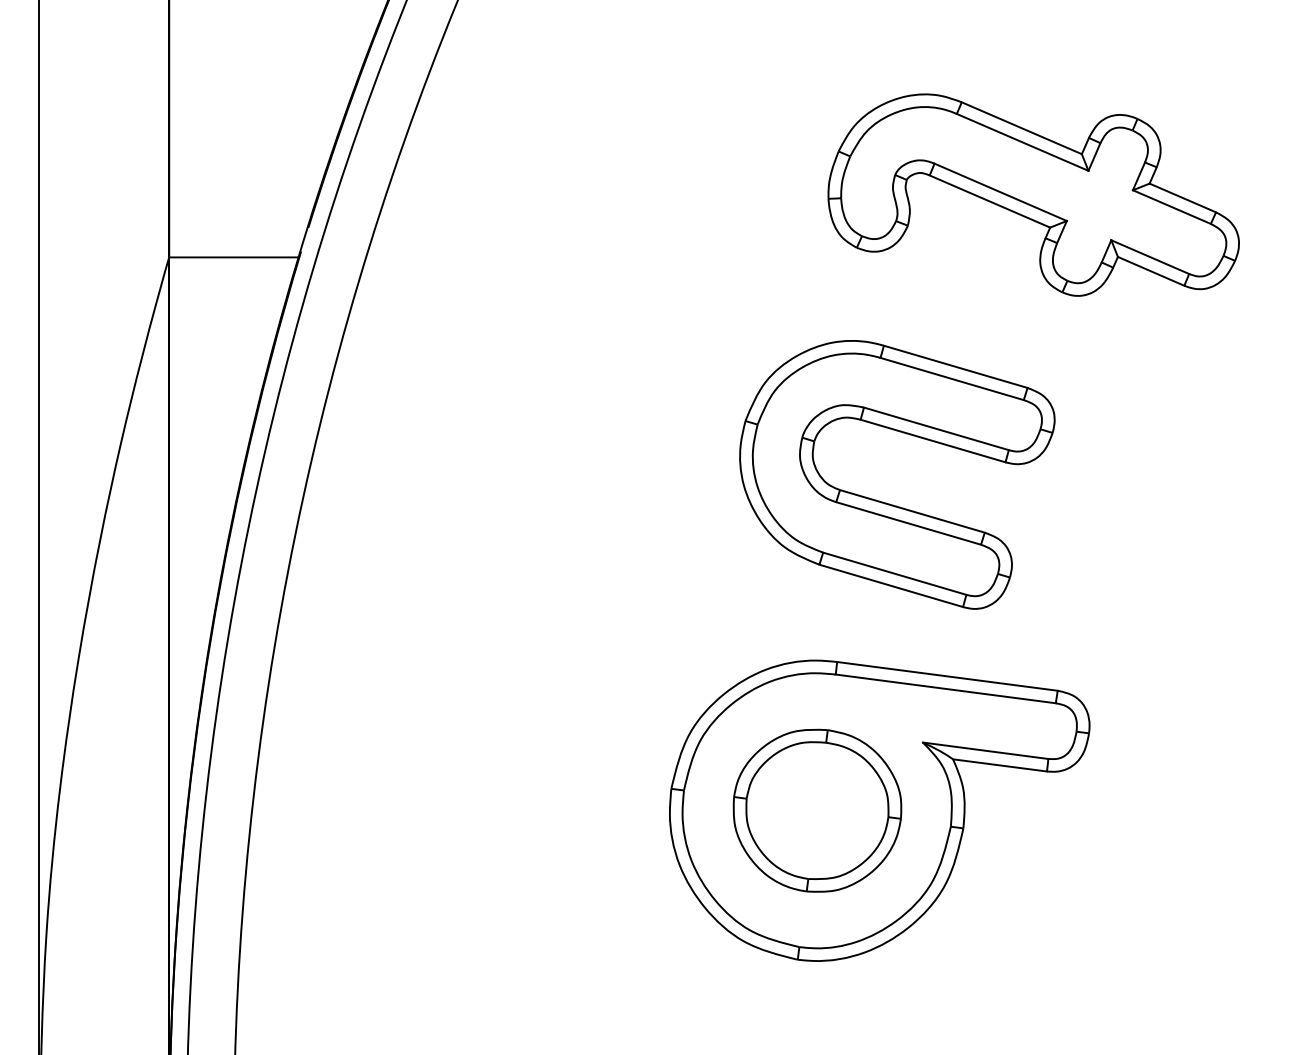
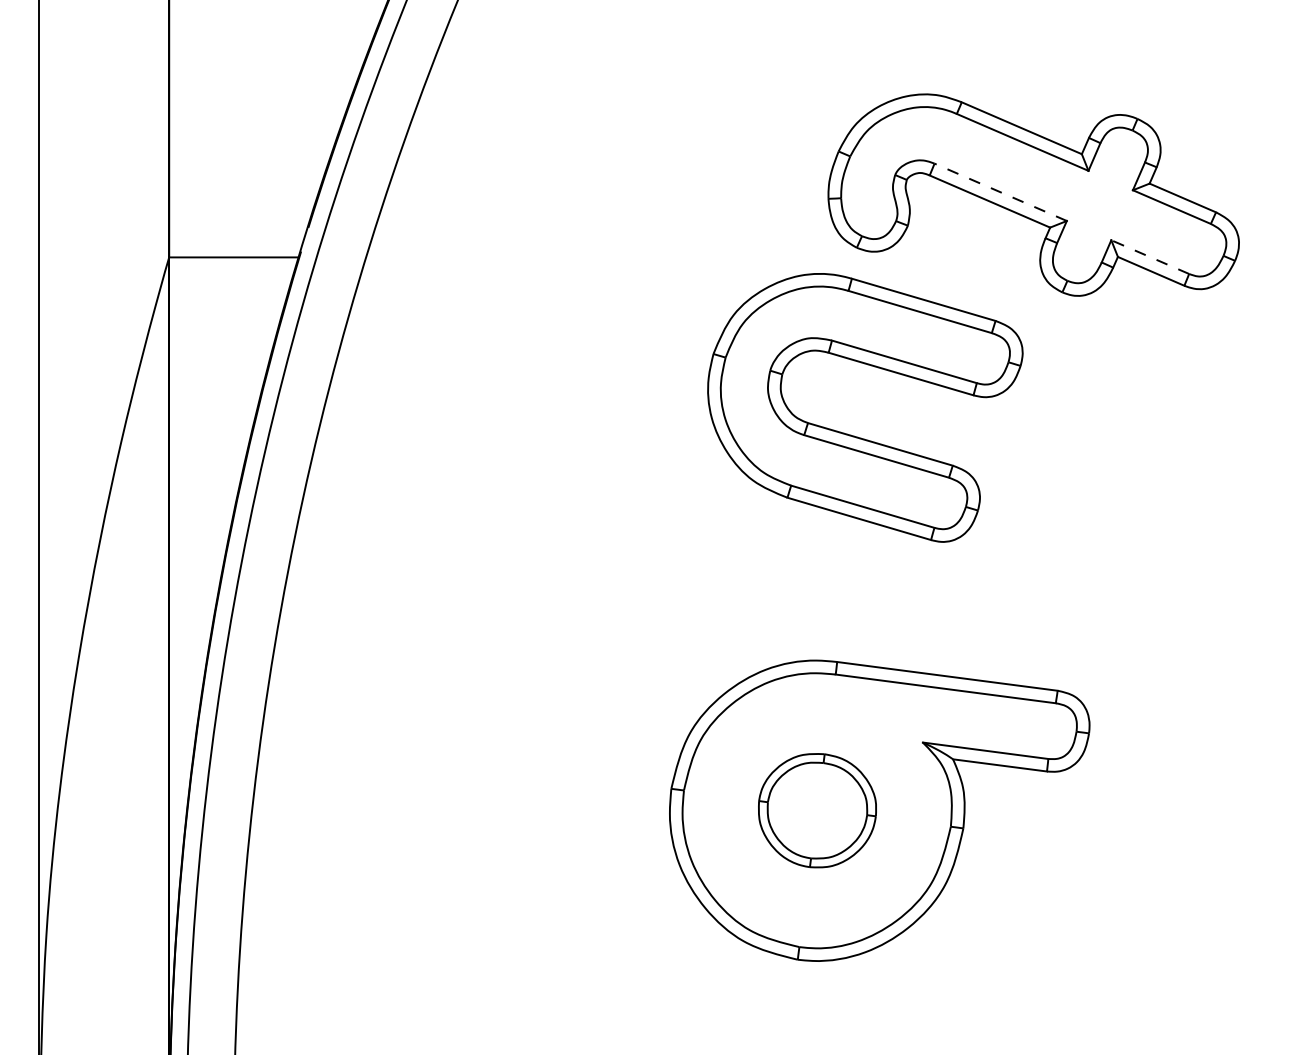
line at (1000, 192): solid -> dashed
line at (1149, 256): solid -> dashed
part at (886, 502) position: (886, 502) -> (854, 435)
part at (817, 810) size: 171x165 px -> 119x116 px
